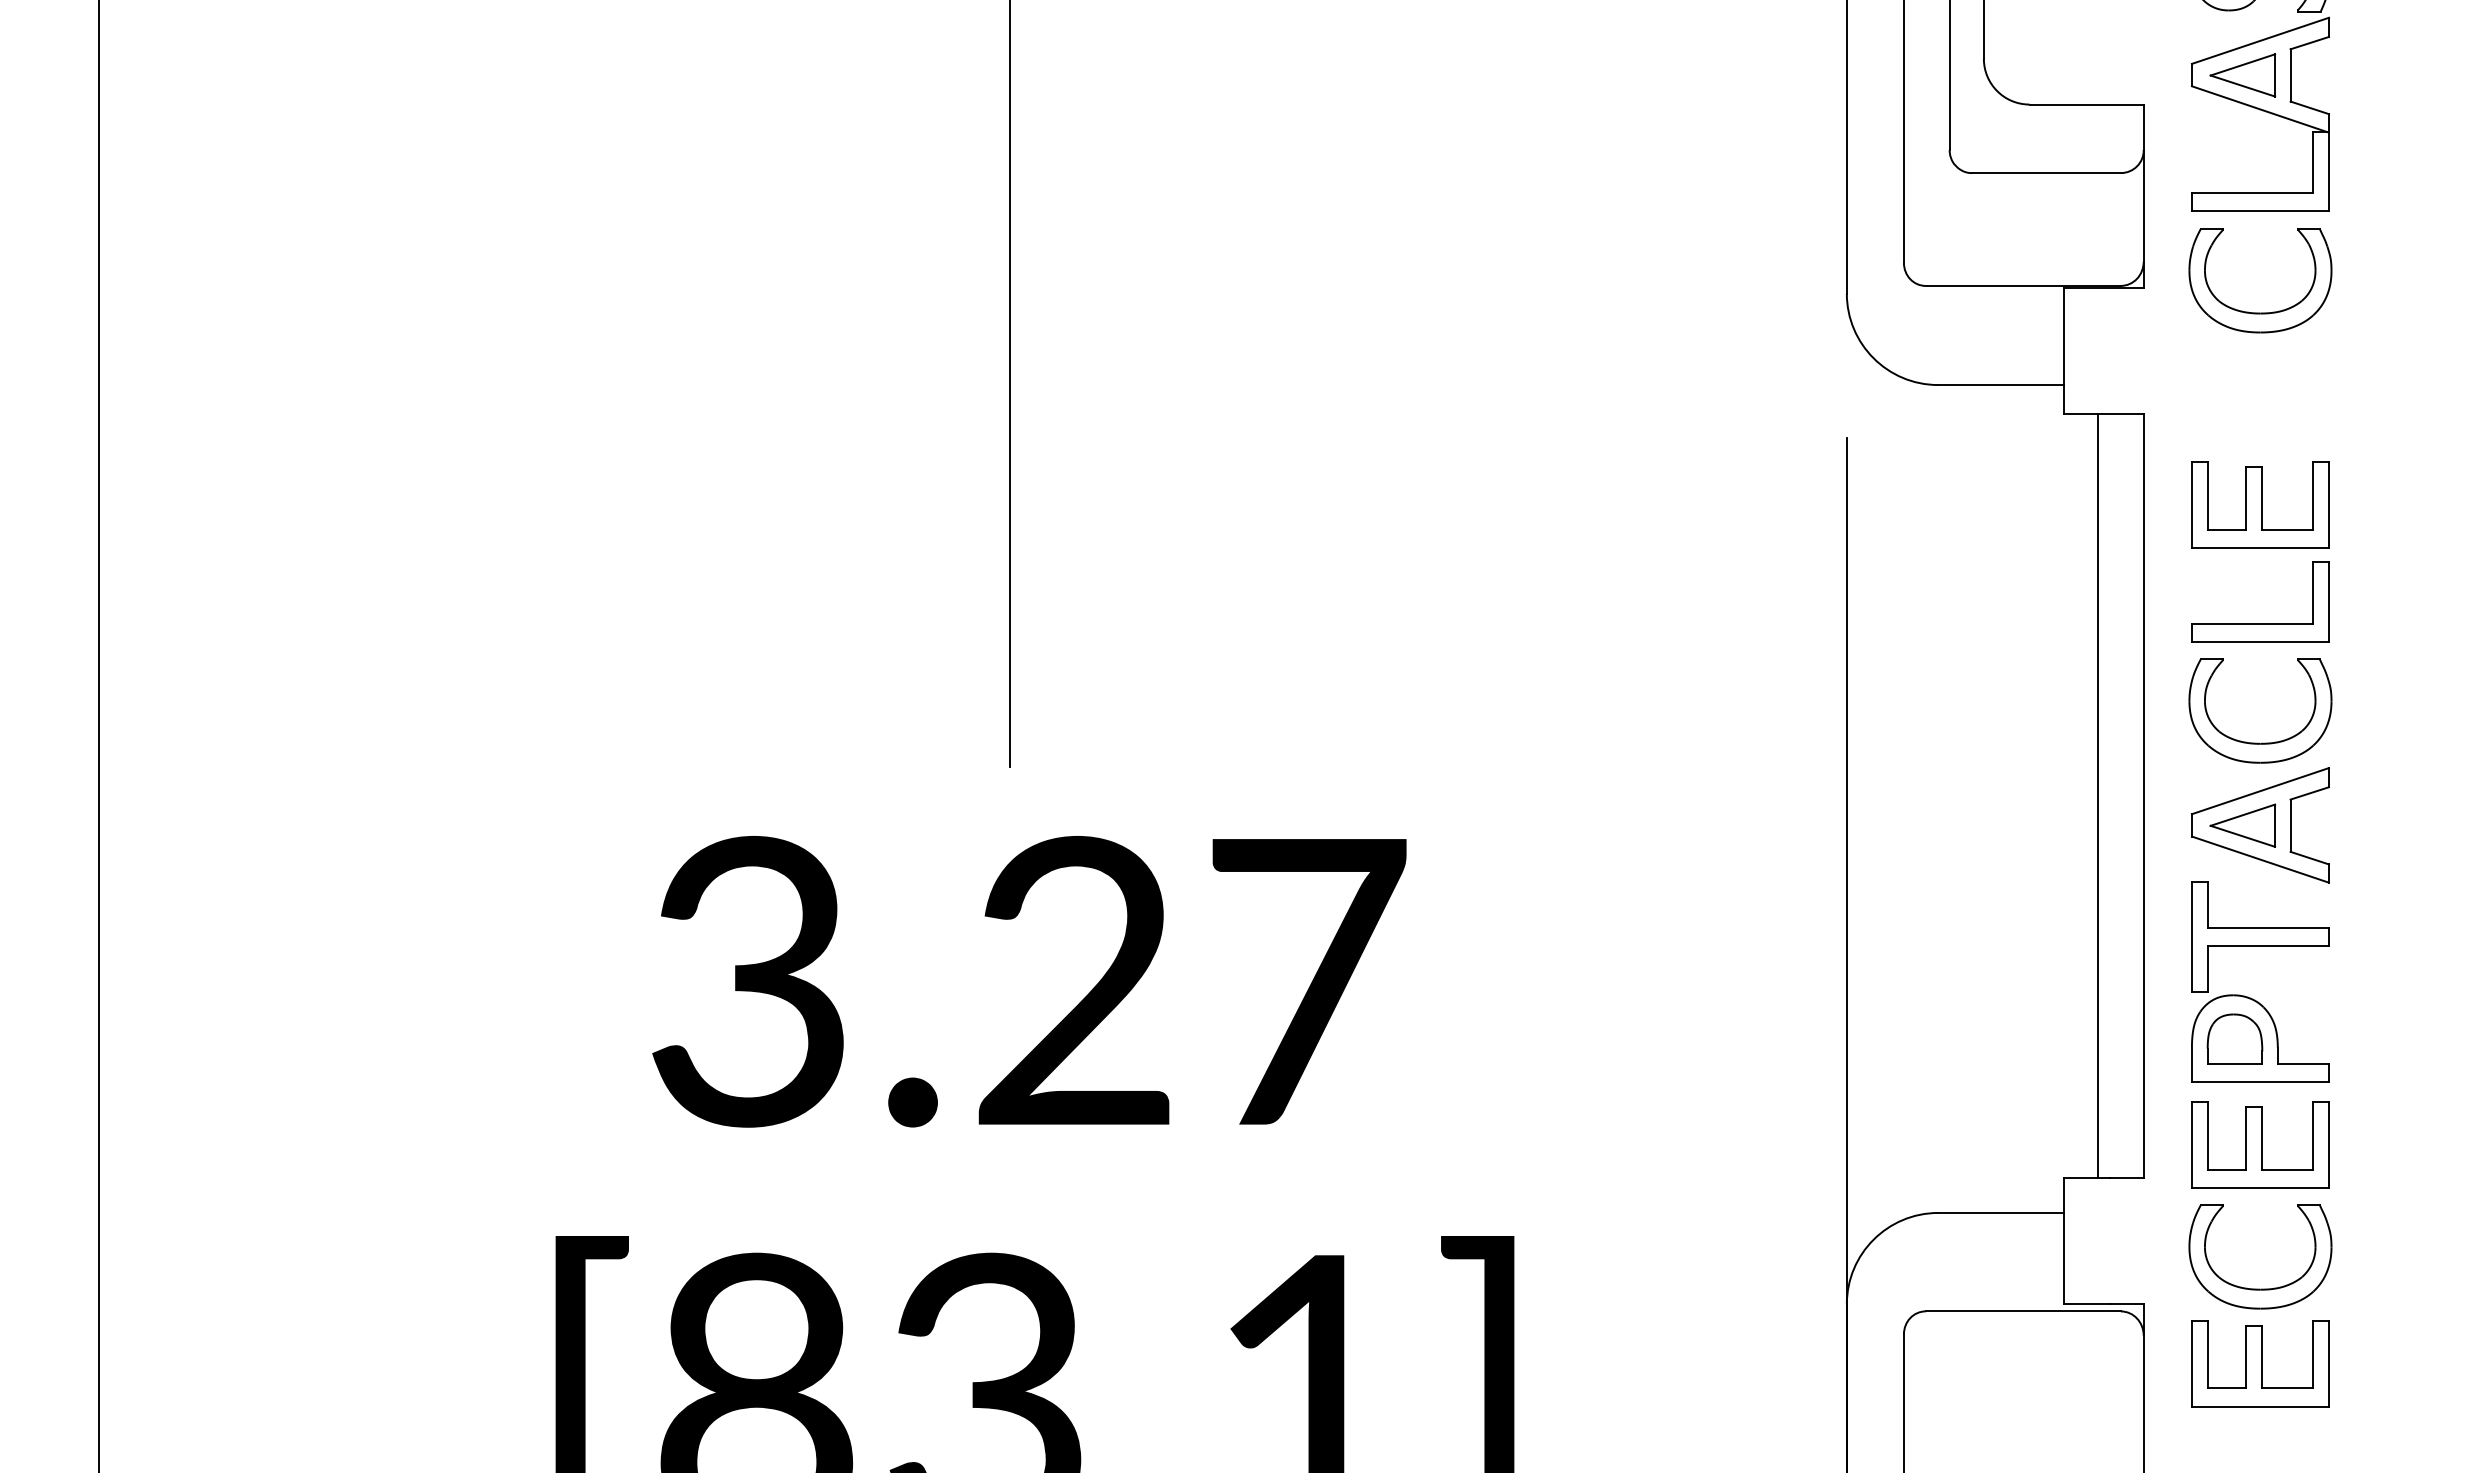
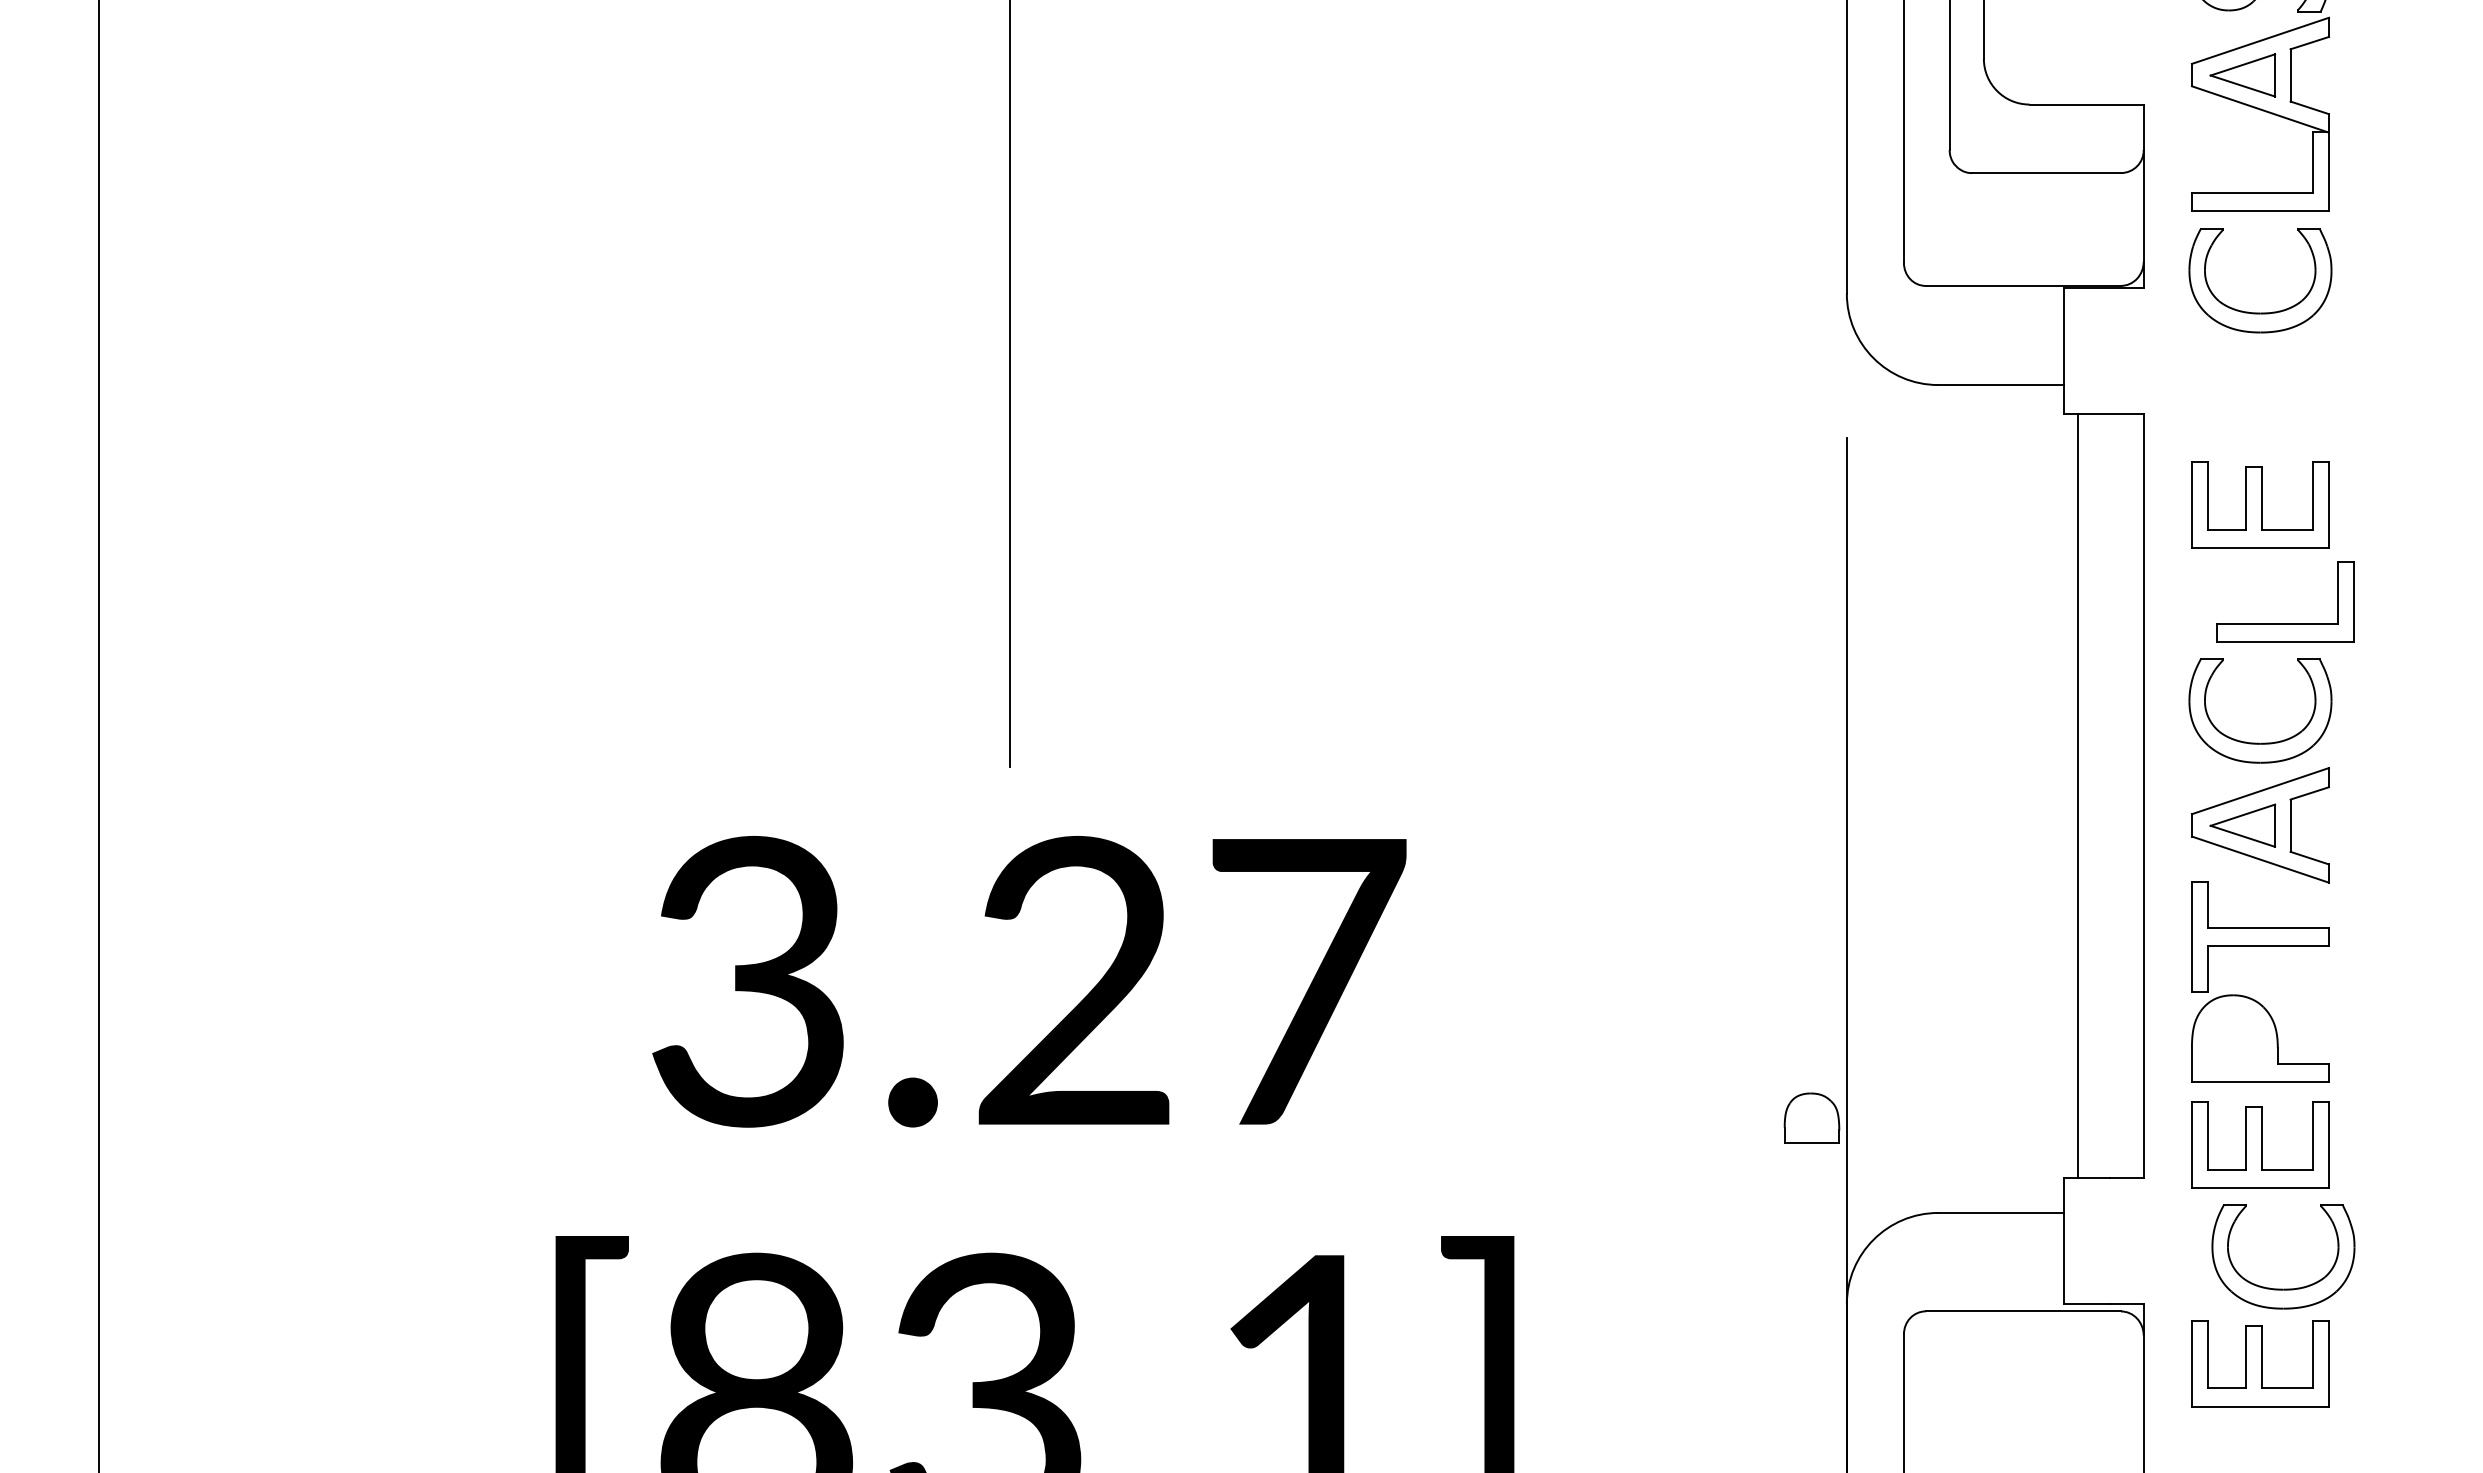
part at (2260, 623) position: (2260, 623) -> (2285, 623)
line at (2098, 795) position: (2098, 795) -> (2078, 795)
part at (2234, 1038) position: (2234, 1038) -> (1811, 1117)
part at (2260, 1288) position: (2260, 1288) -> (2283, 1288)
